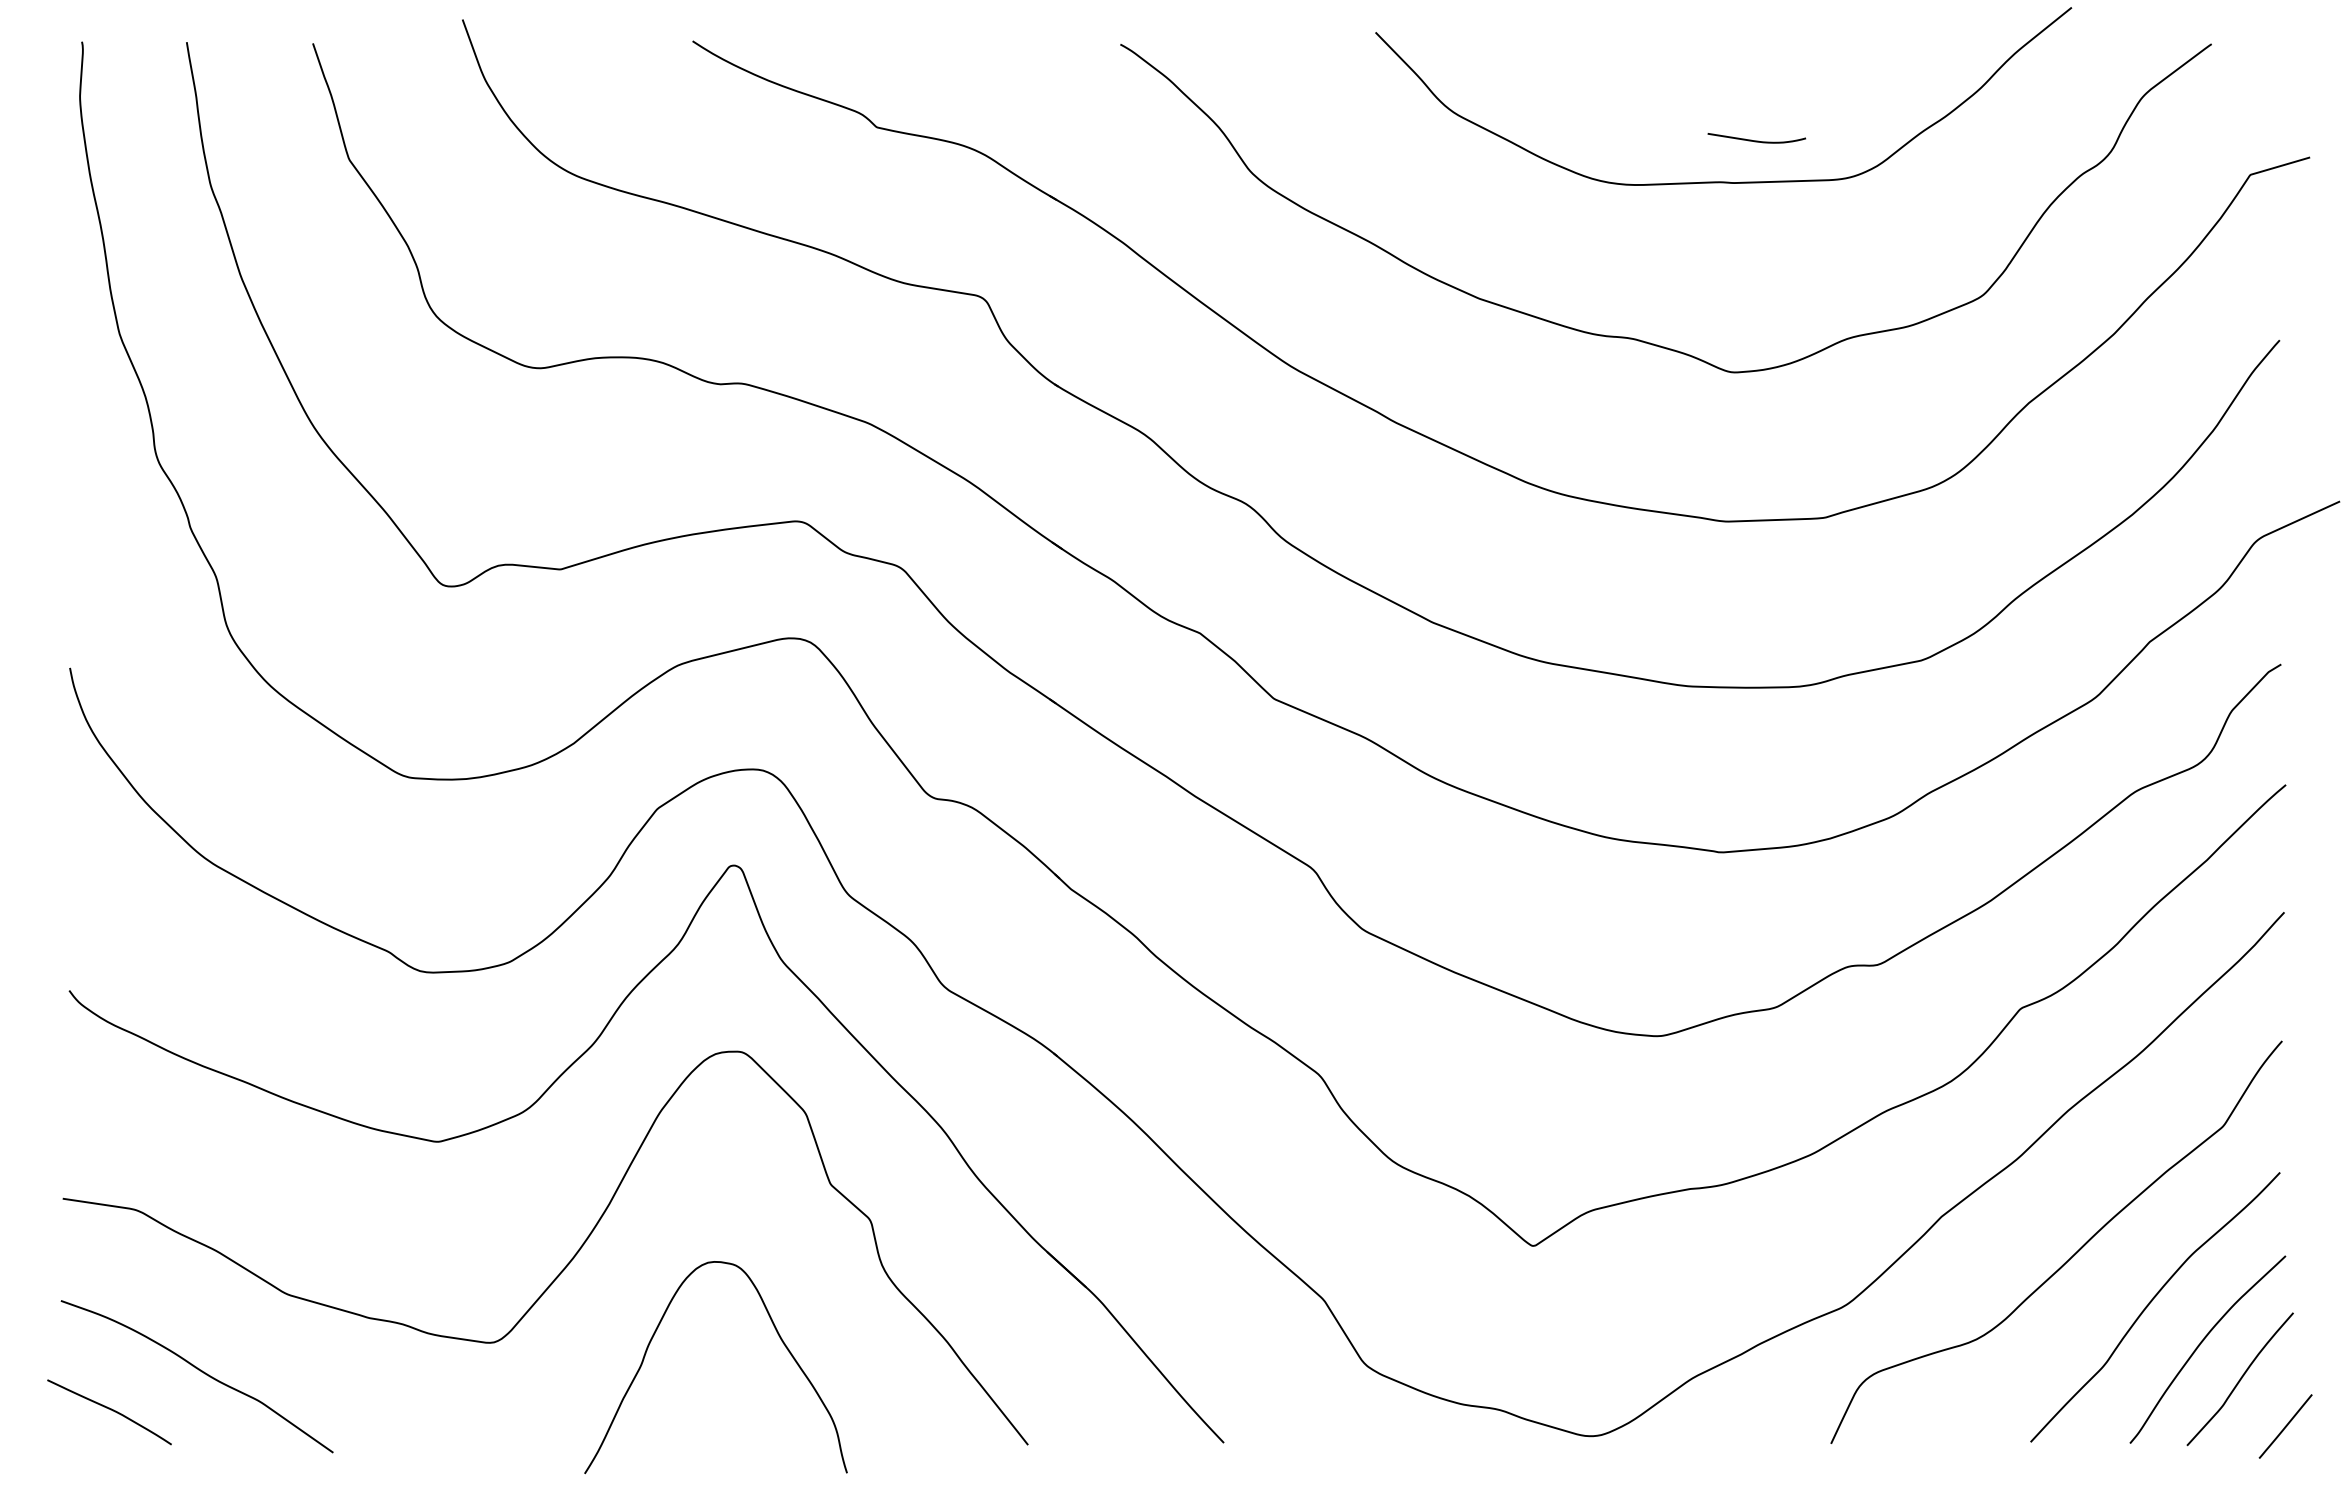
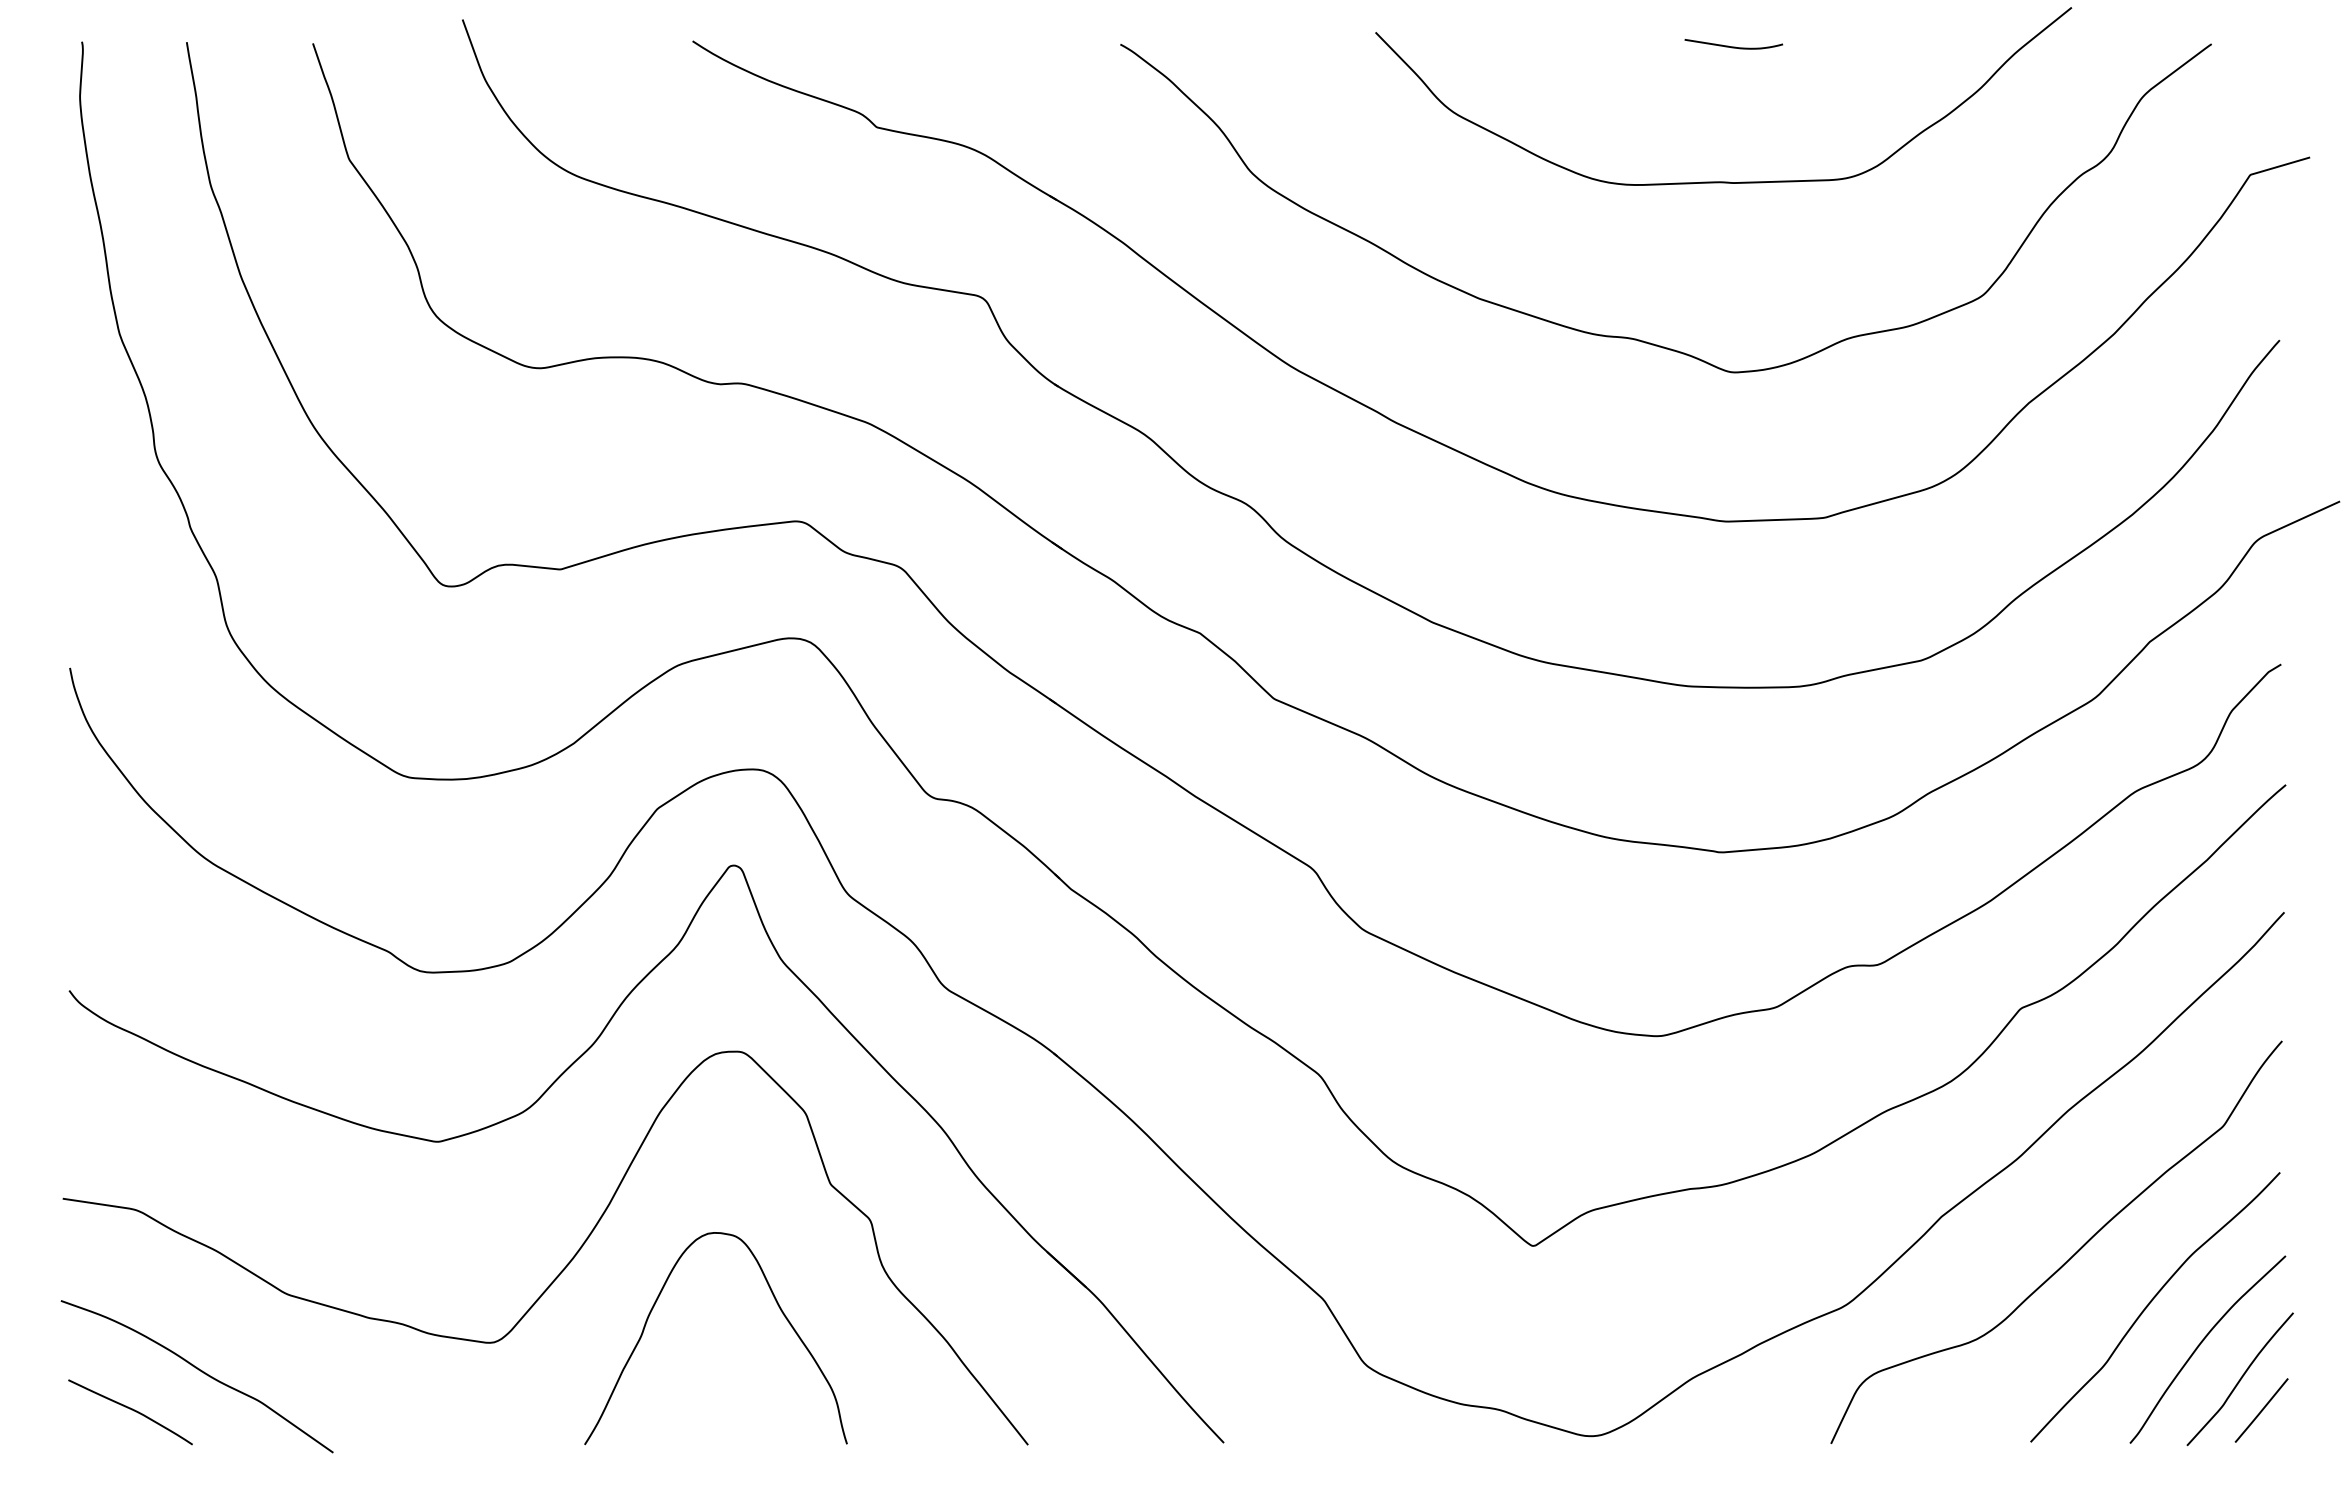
curve at (1756, 140) position: (1756, 140) -> (1733, 46)
curve at (653, 1337) position: (653, 1337) -> (653, 1308)
curve at (110, 1410) position: (110, 1410) -> (131, 1410)
line at (2285, 1426) position: (2285, 1426) -> (2261, 1410)
